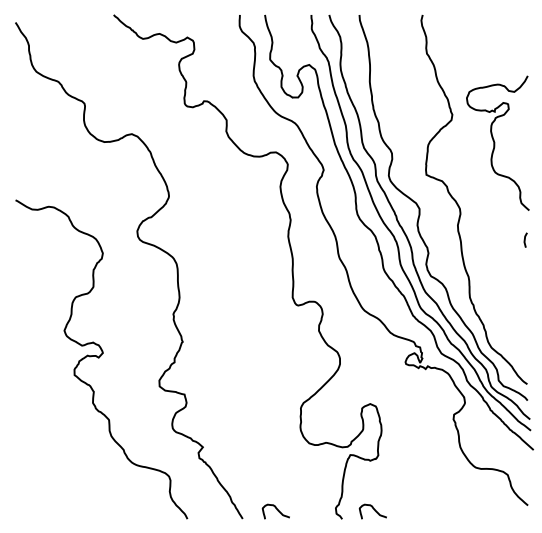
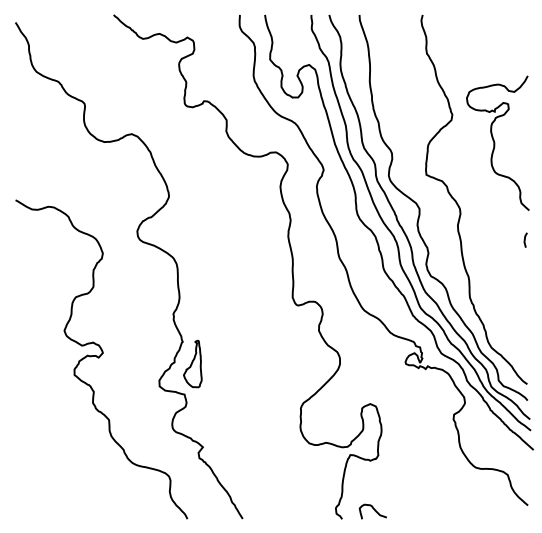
part at (192, 363): none -> present
curve at (277, 511): present -> none
